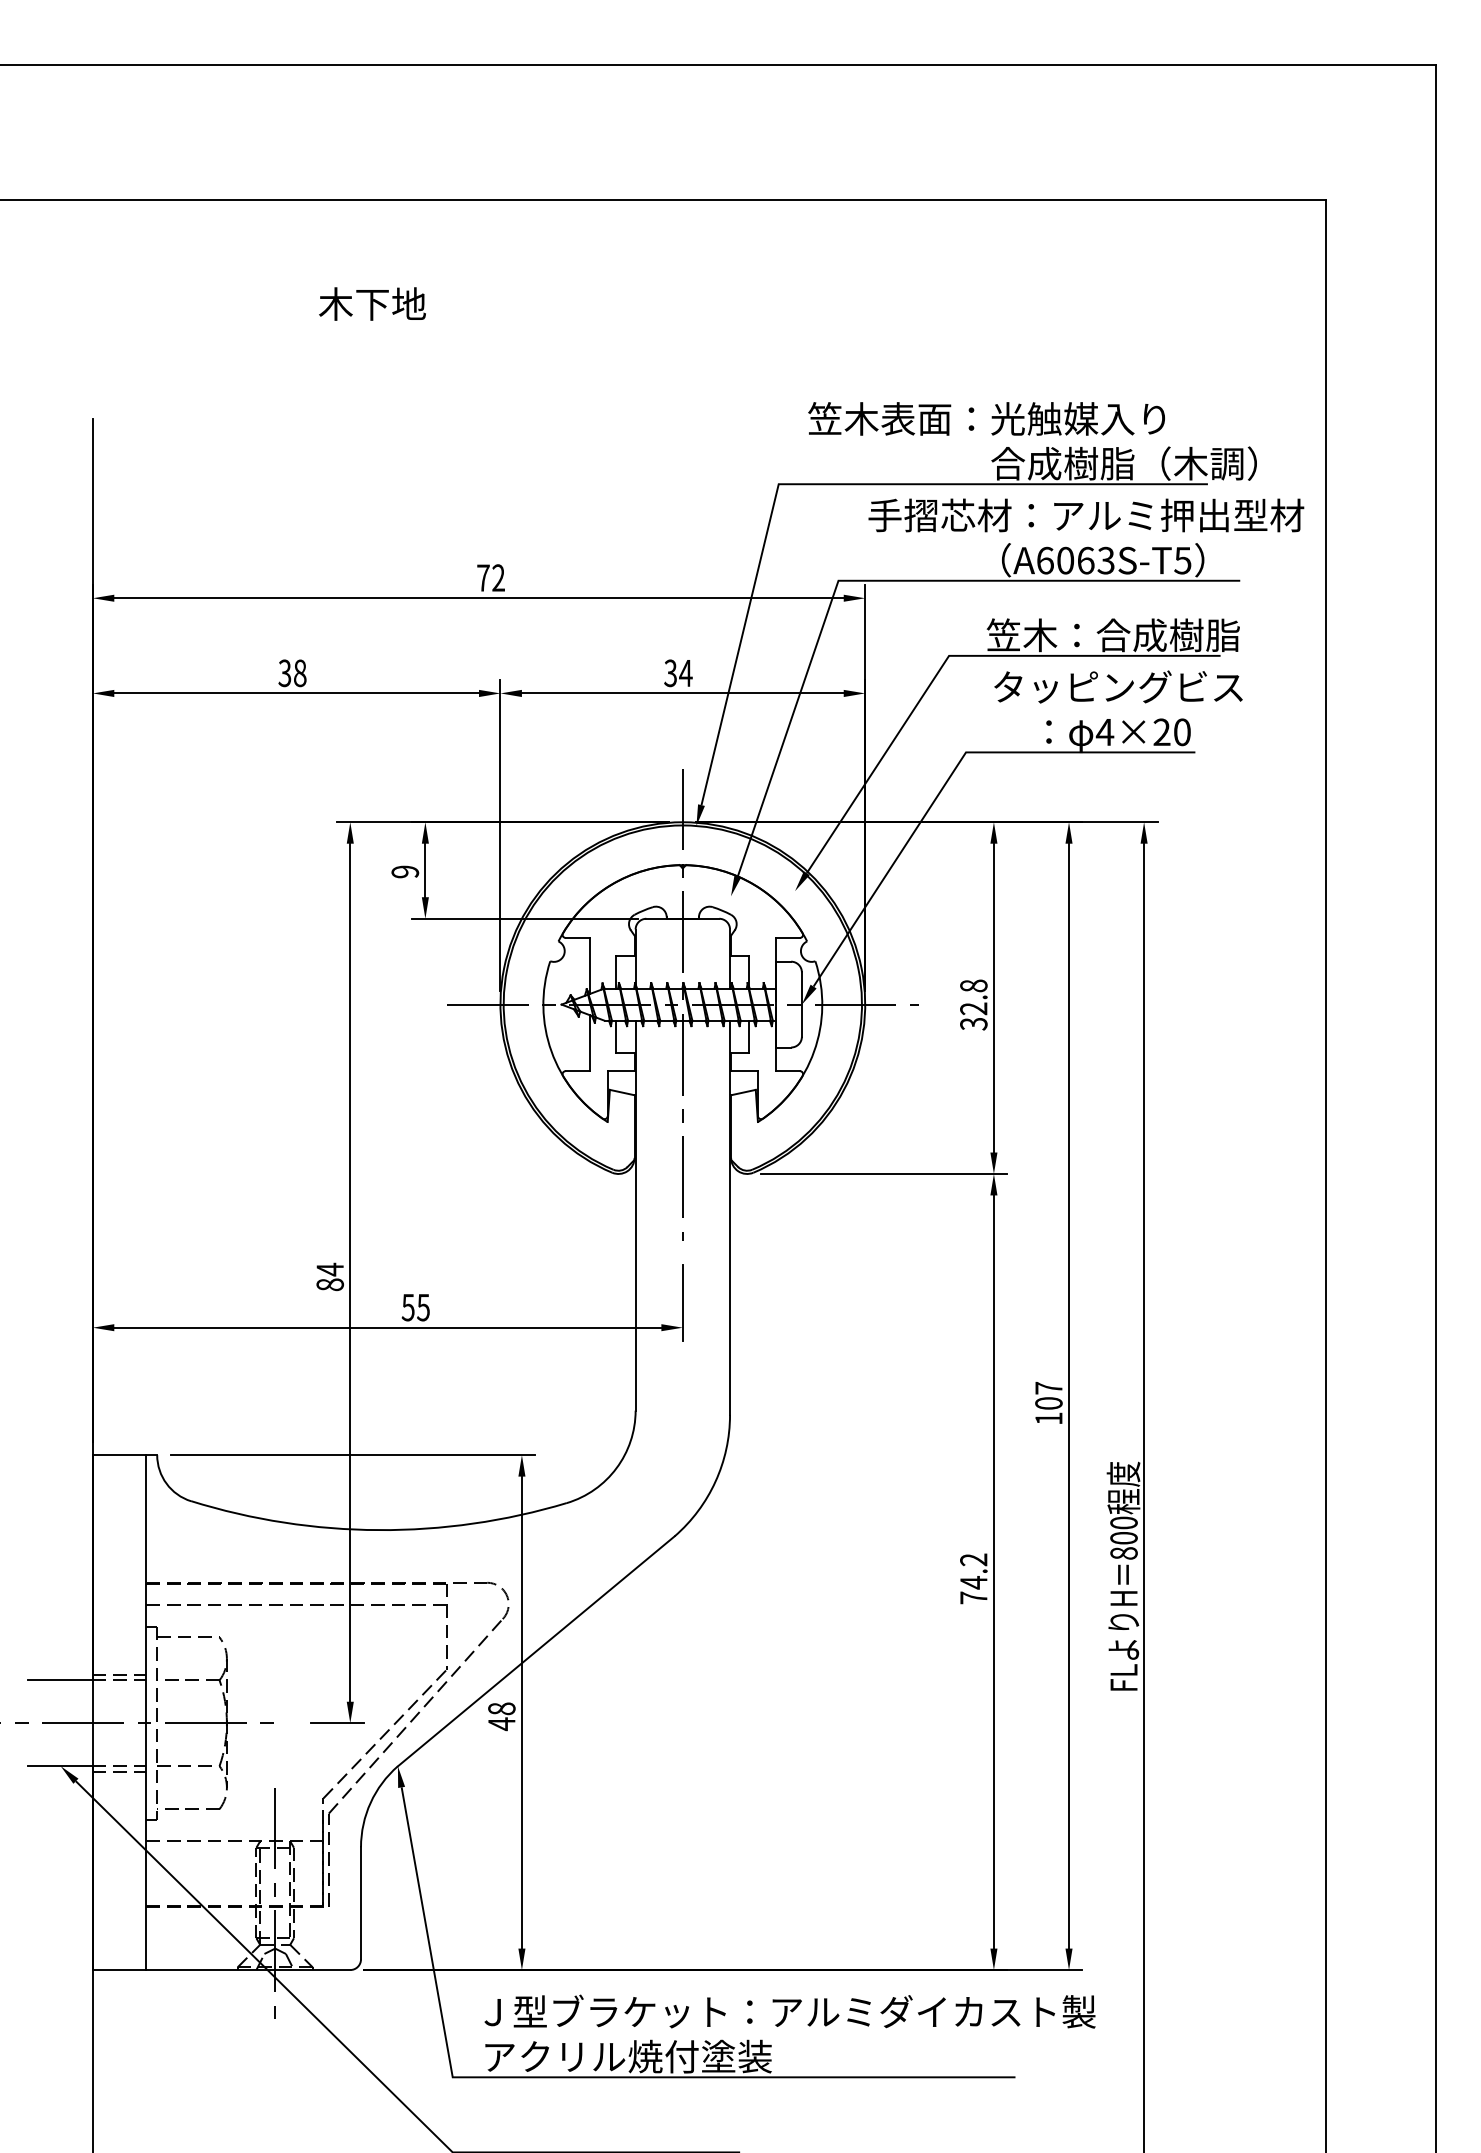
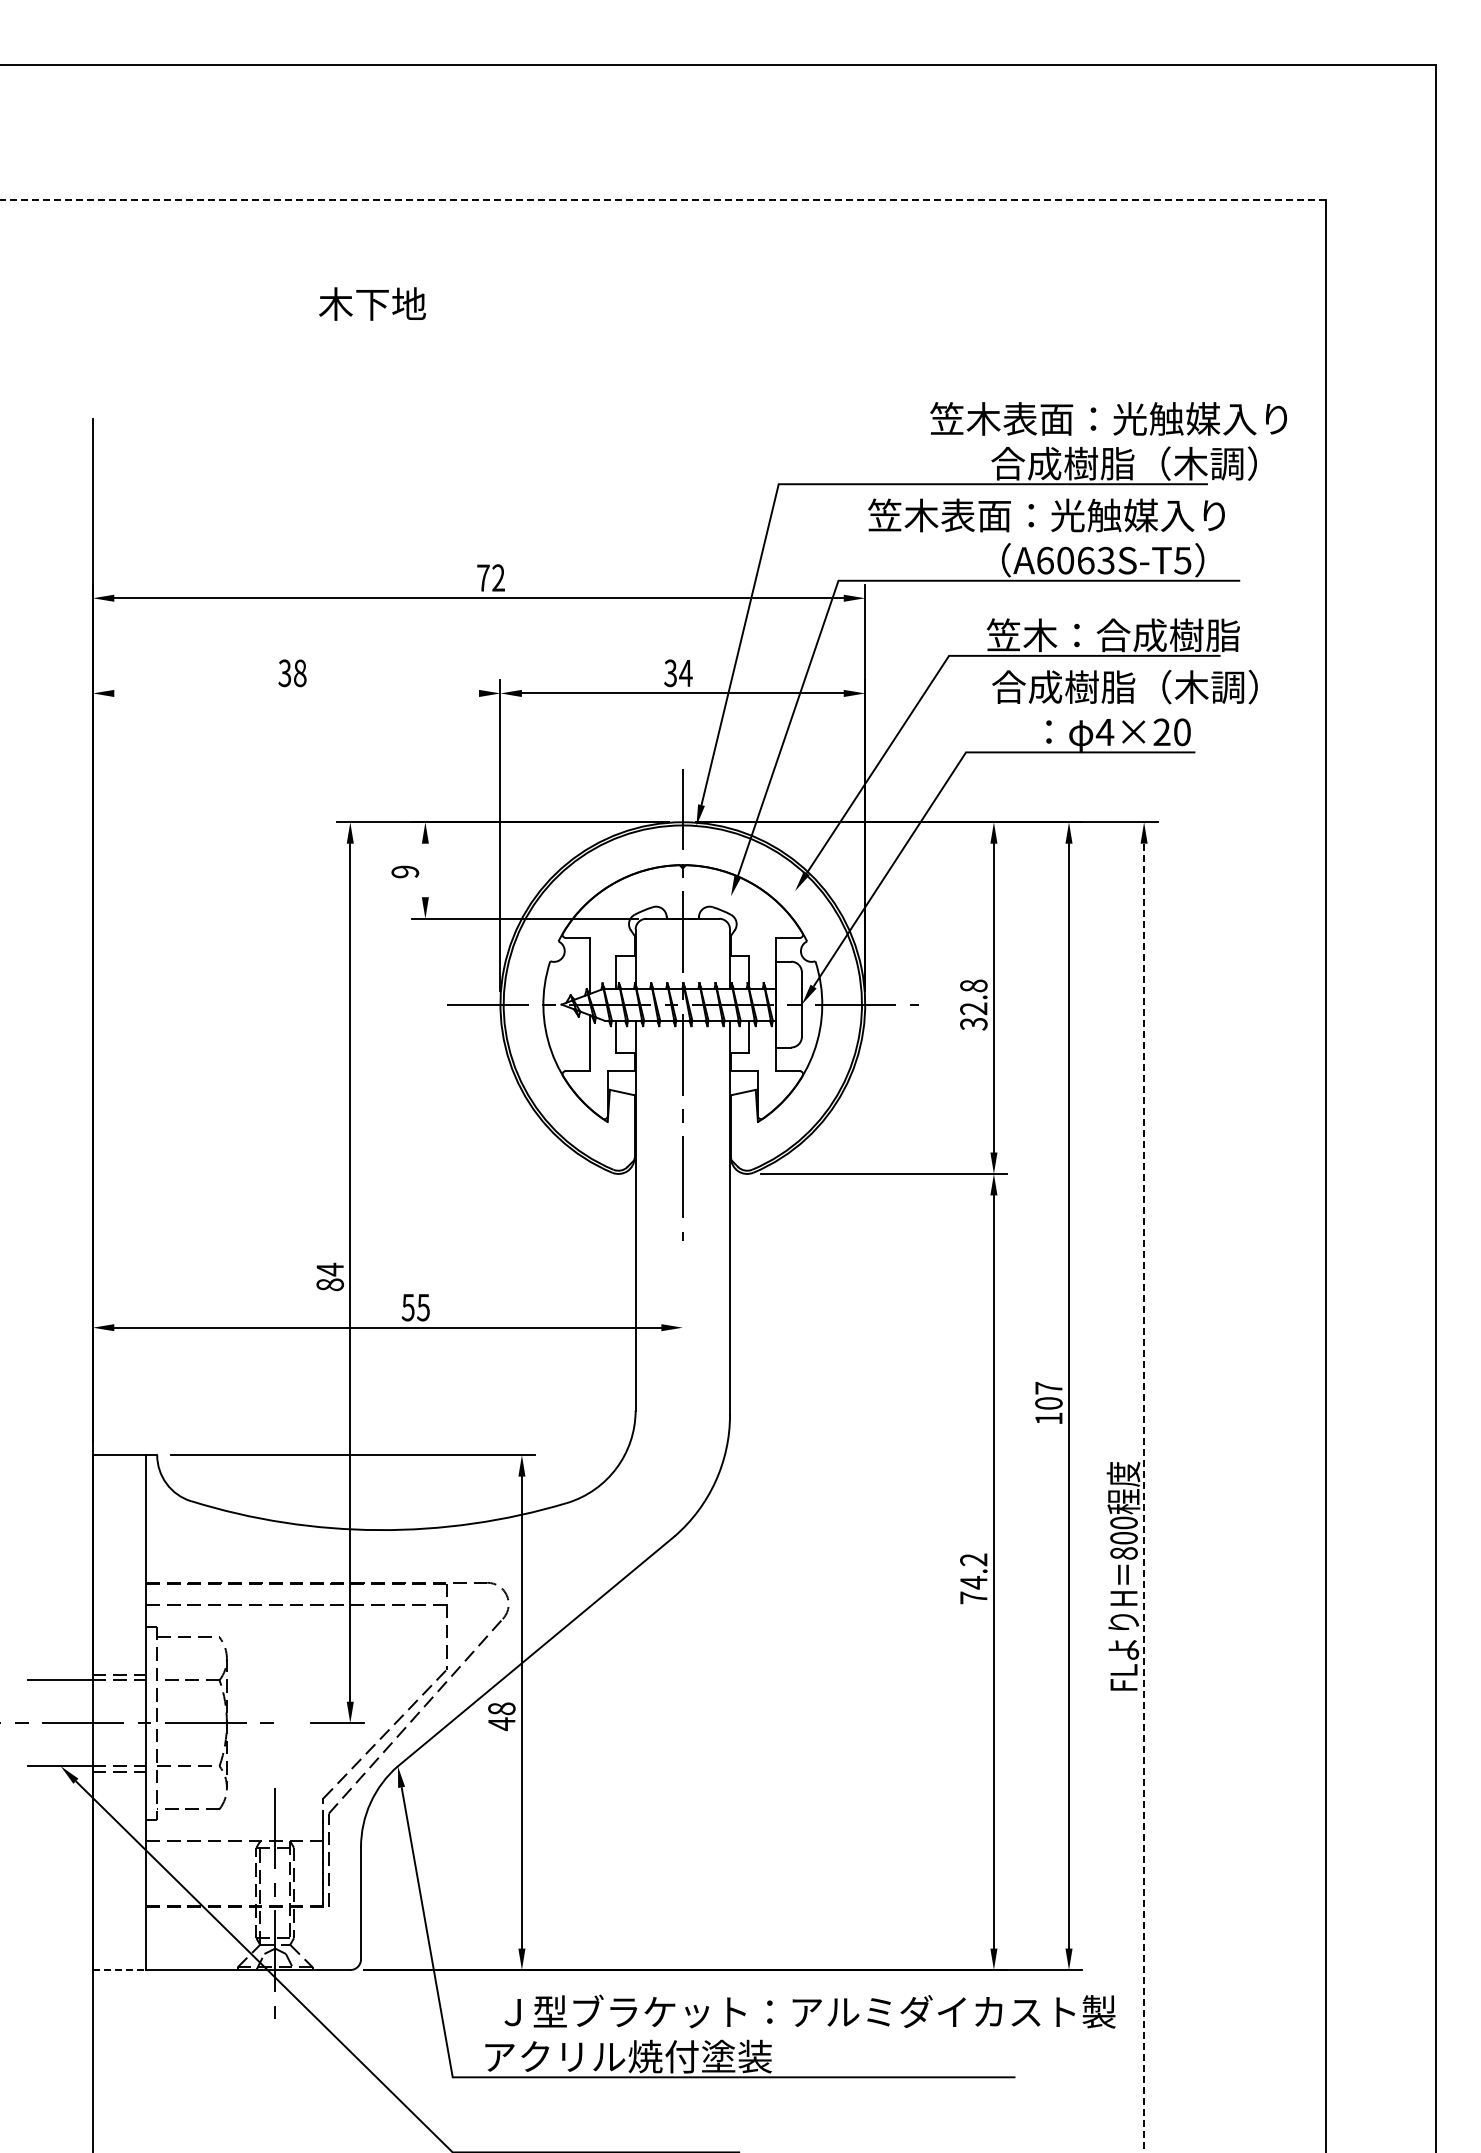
line at (662, 200): solid -> dashed
text at (986, 418) position: (986, 418) -> (1108, 418)
text at (1086, 515): 手摺芯材：アルミ押出型材 -> 笠木表面：光触媒入り
text at (1124, 686): タッピングビス -> 合成樹脂（木調）
line at (296, 693): present -> none
line at (425, 870): present -> none
line at (682, 1303): present -> none
line at (1144, 1498): solid -> dashed
line at (119, 1970): solid -> dashed
text at (789, 2011) position: (789, 2011) -> (809, 2011)
